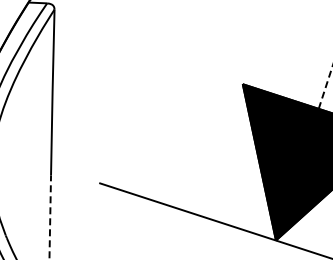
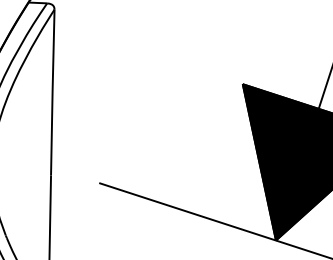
line at (325, 87): dashed -> solid
line at (50, 217): dashed -> solid
